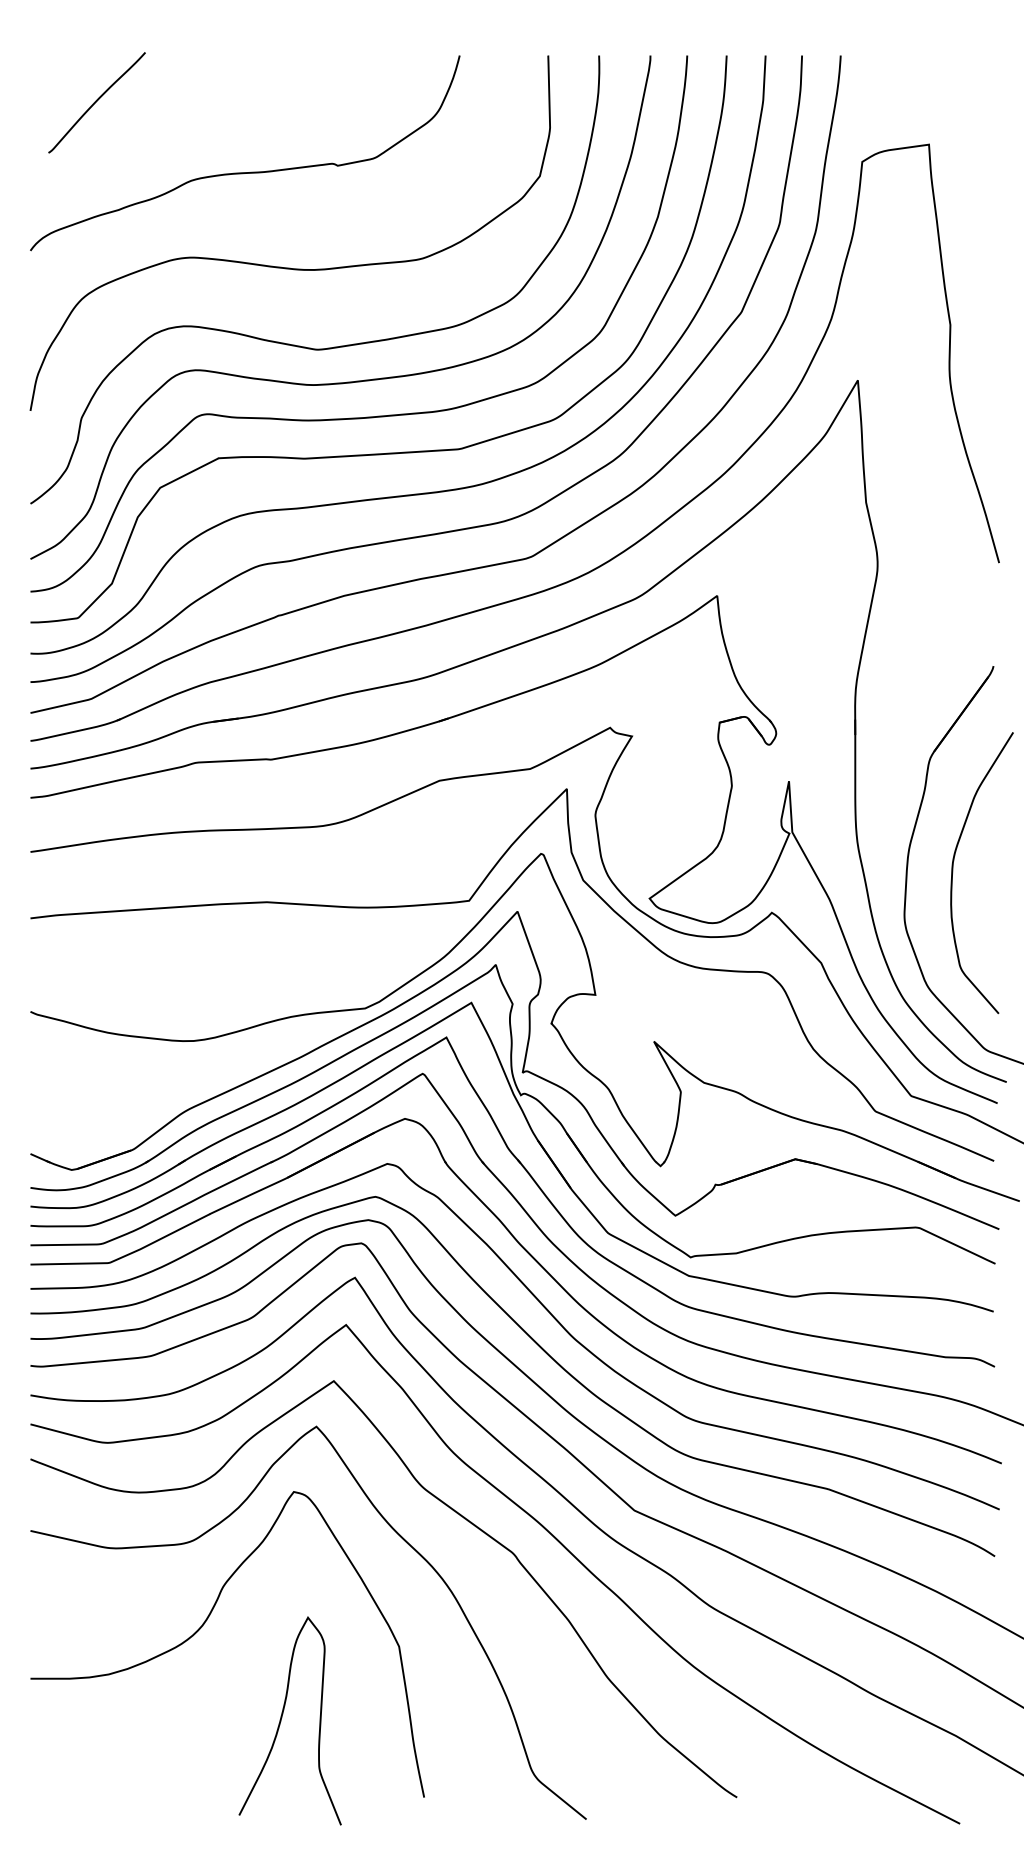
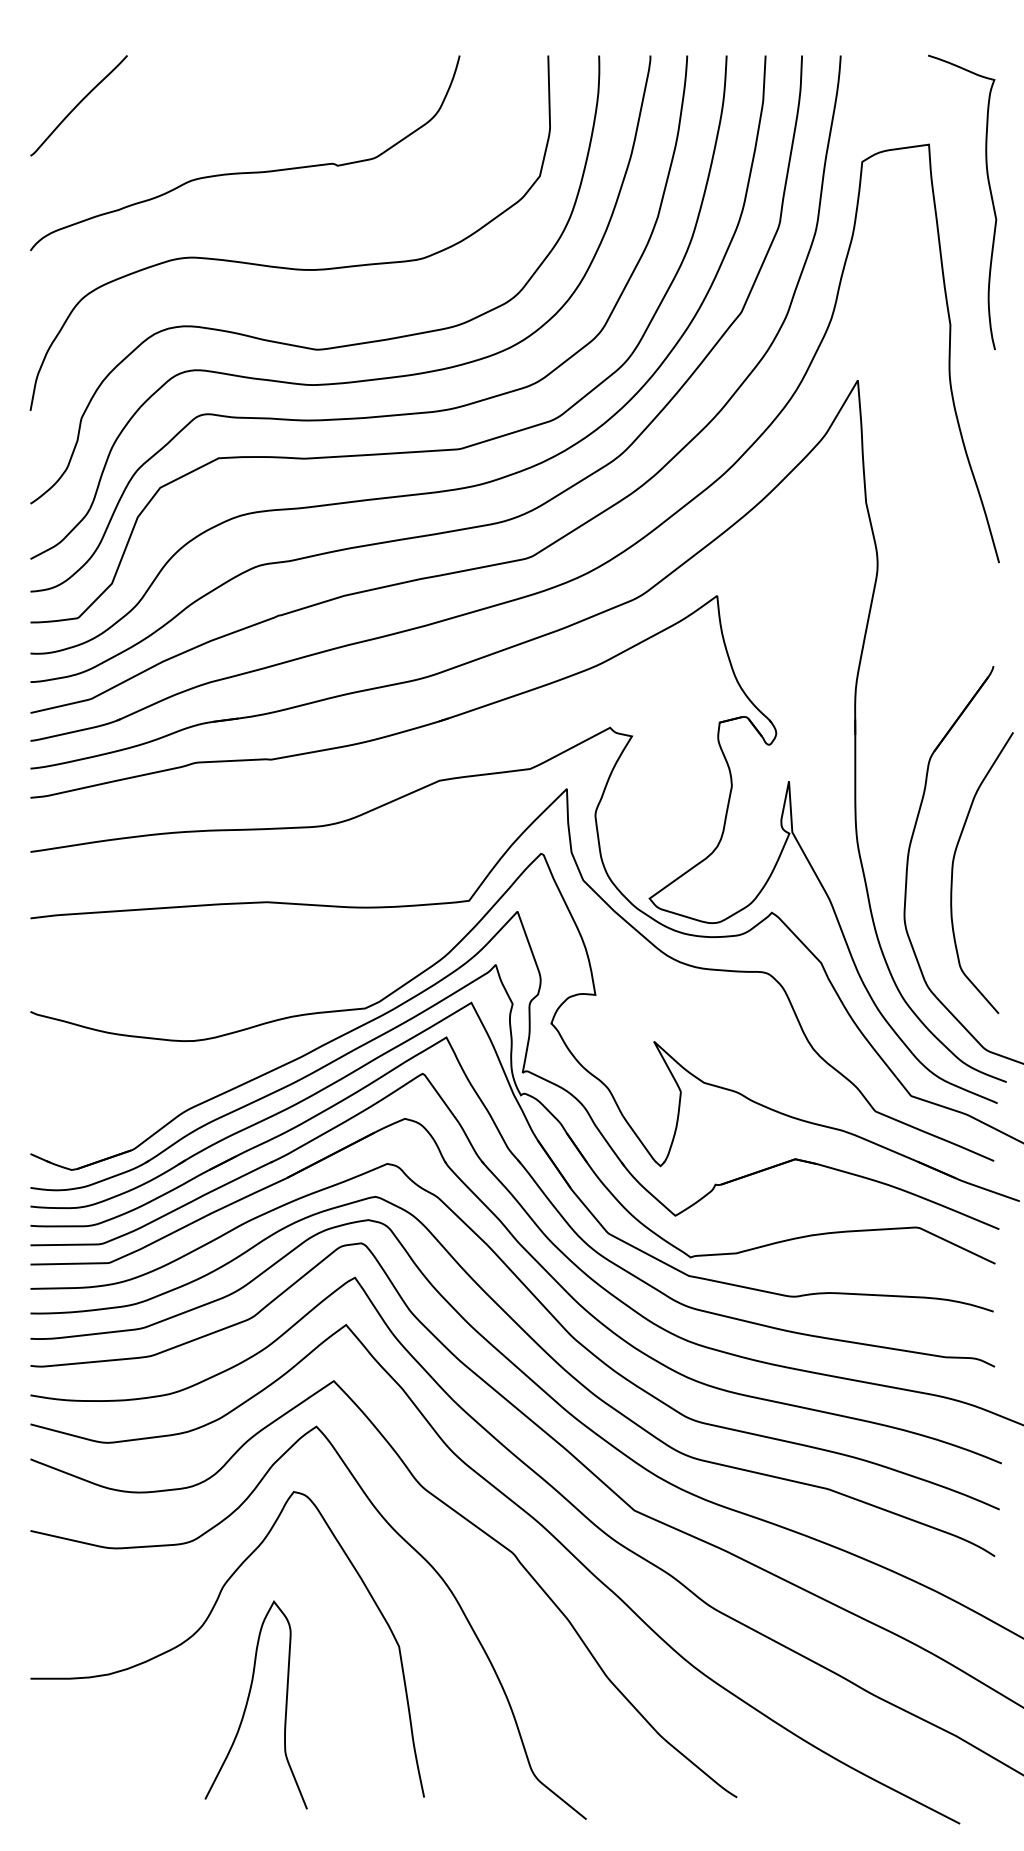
curve at (96, 102) position: (96, 102) -> (78, 105)
curve at (990, 196): none -> present
curve at (282, 1717) position: (282, 1717) -> (248, 1701)
